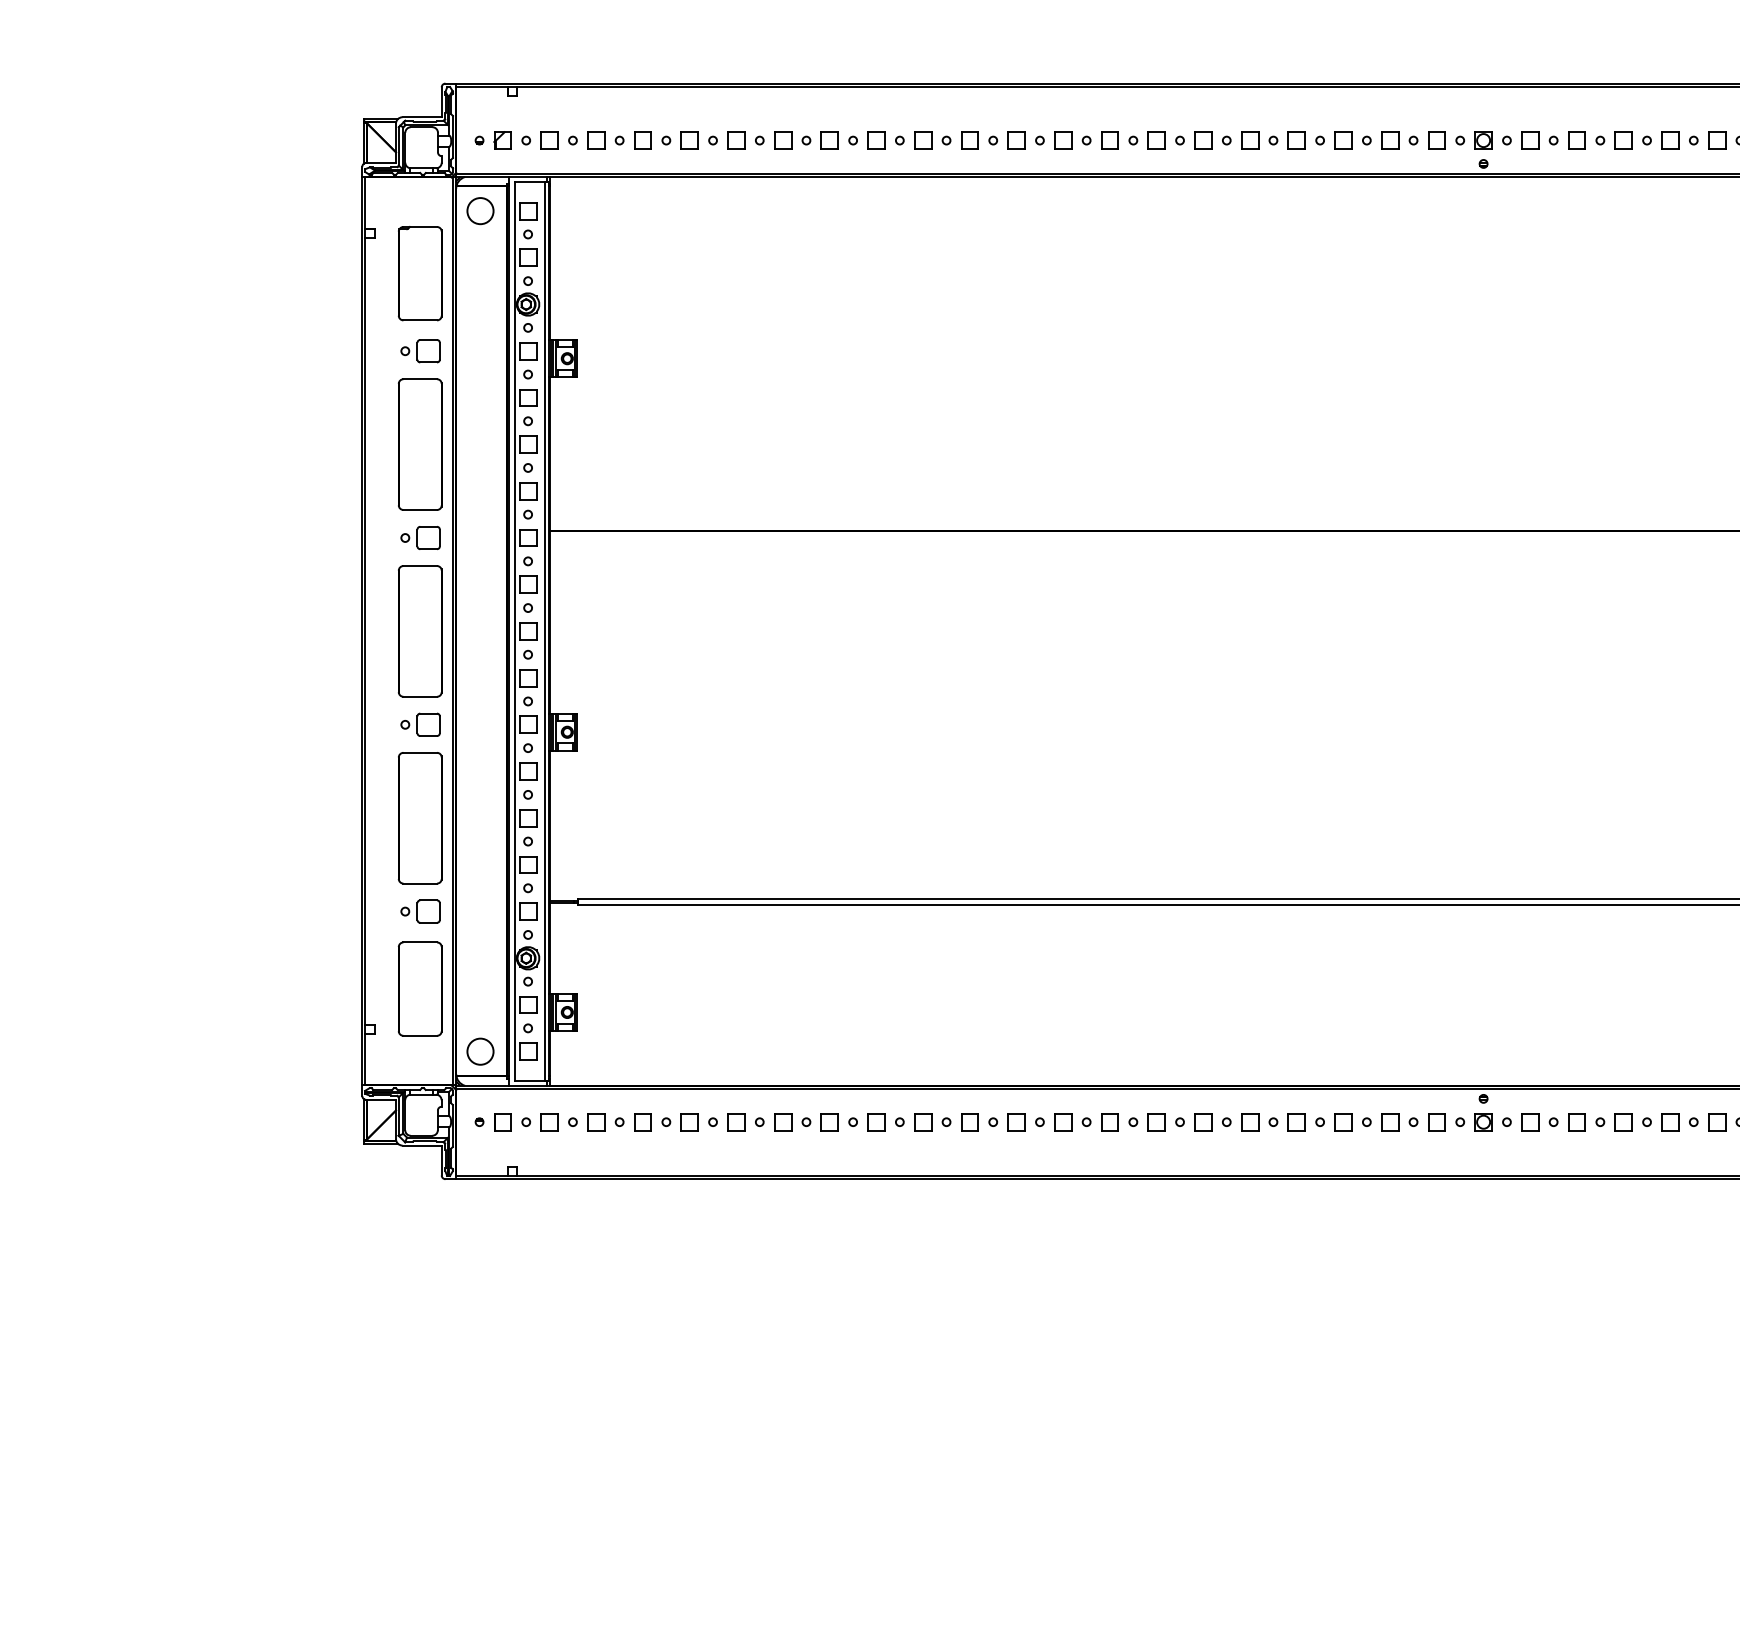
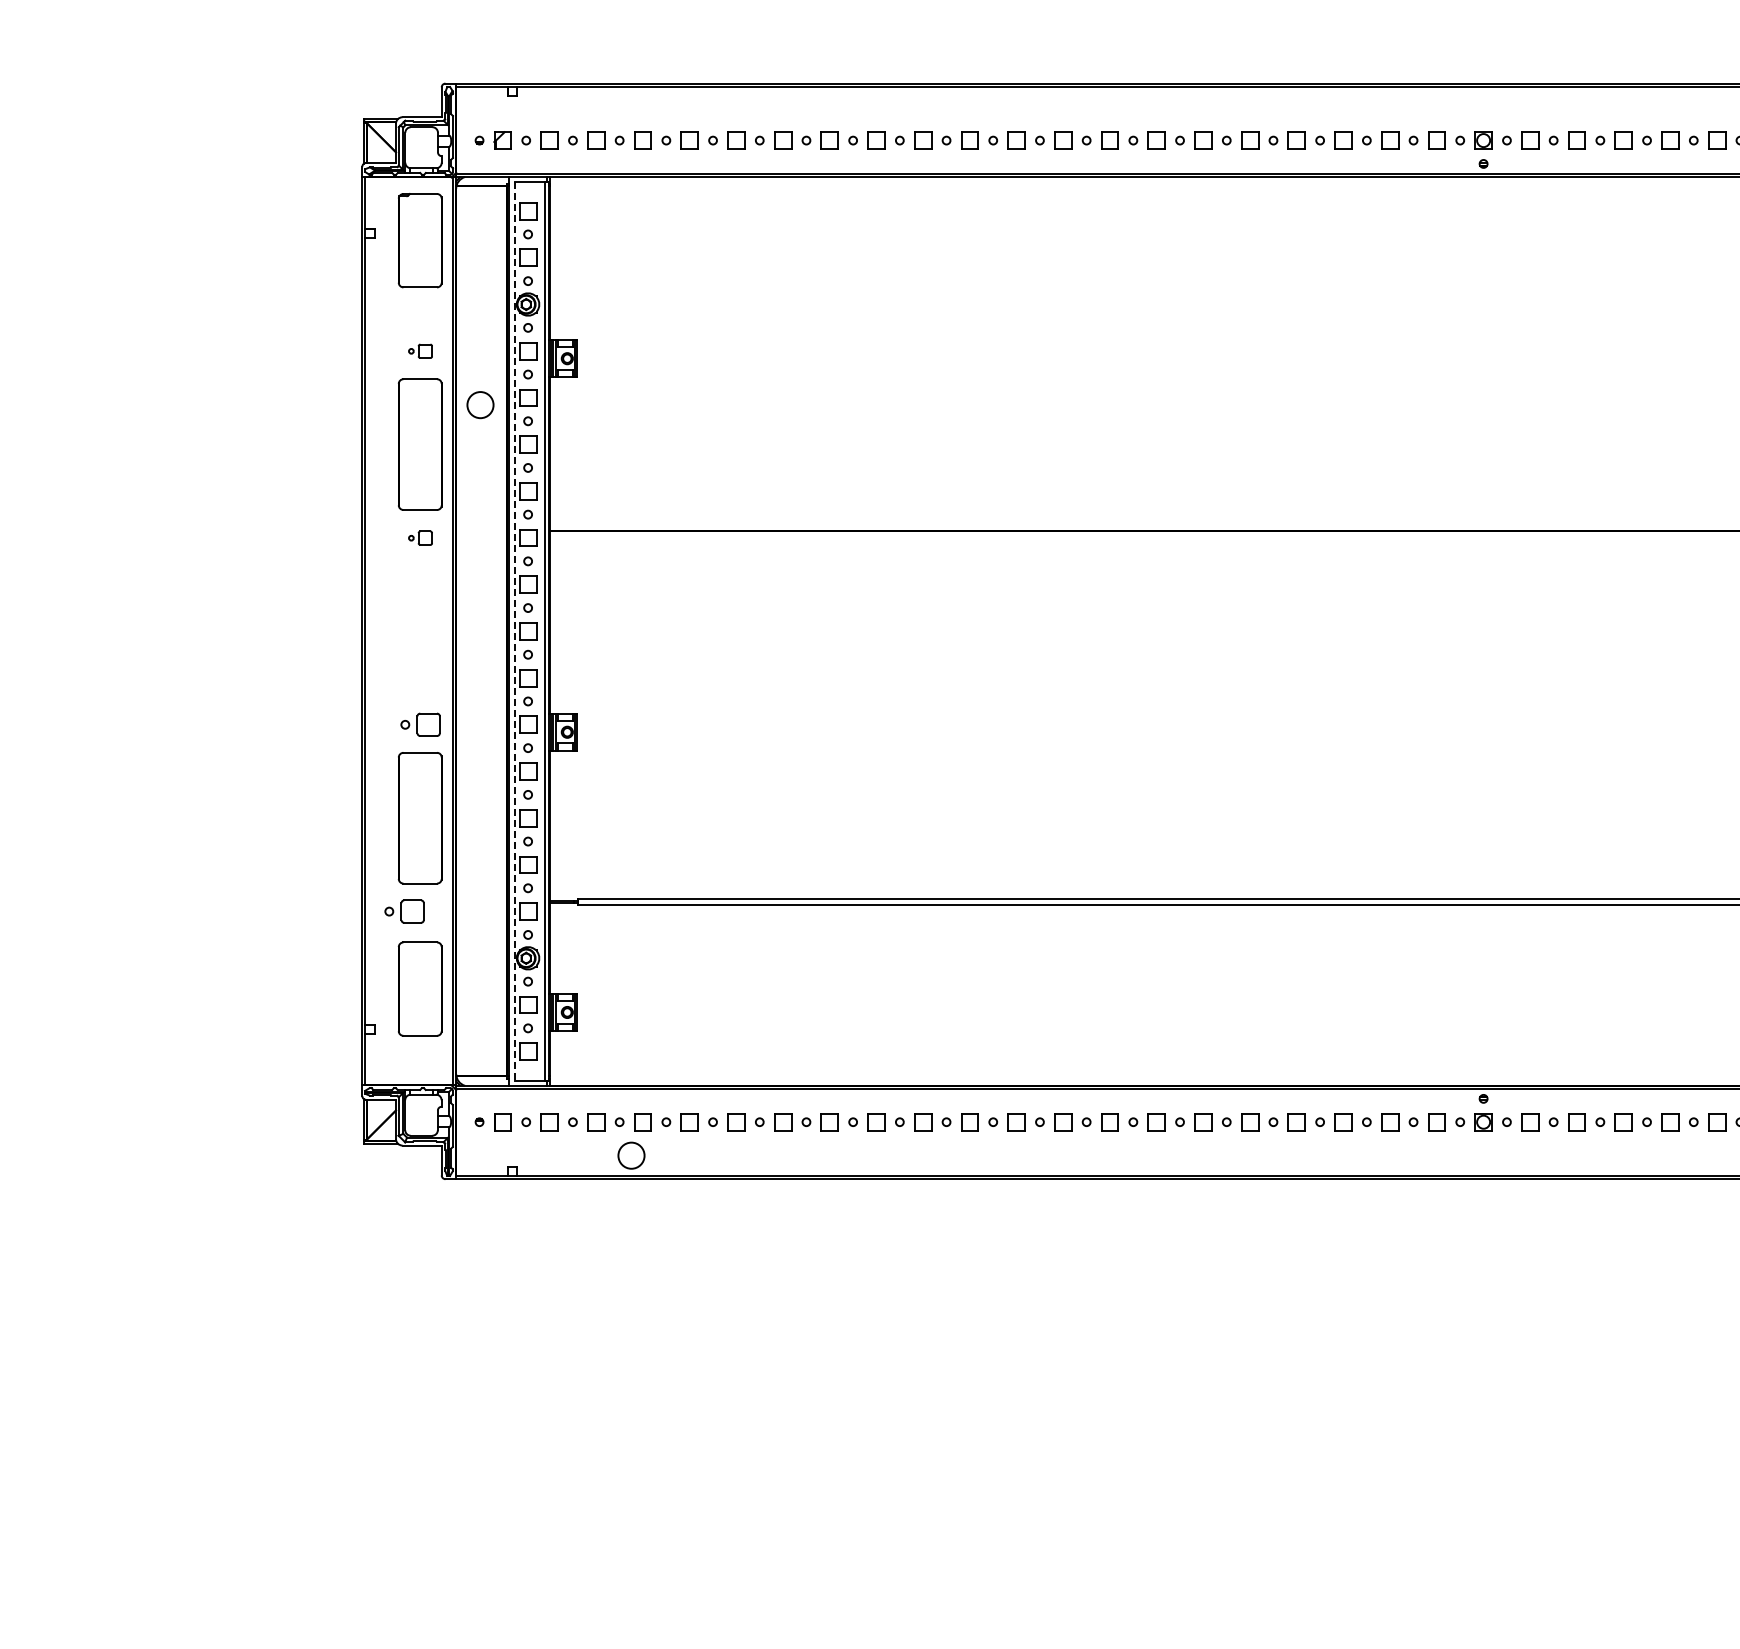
circle at (480, 211) position: (480, 211) -> (480, 405)
part at (419, 273) position: (419, 273) -> (419, 240)
part at (420, 351) size: 41x25 px -> 25x16 px
part at (420, 538) size: 41x25 px -> 25x16 px
part at (420, 631): present -> none
line at (515, 631): solid -> dashed
part at (420, 911) position: (420, 911) -> (404, 911)
circle at (480, 1051) position: (480, 1051) -> (631, 1155)
